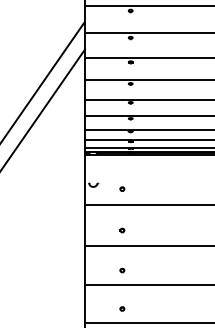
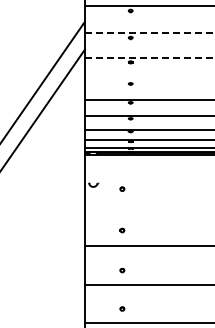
line at (150, 33): solid -> dashed
line at (150, 58): solid -> dashed
line at (148, 80): present -> none
line at (148, 205): present -> none
